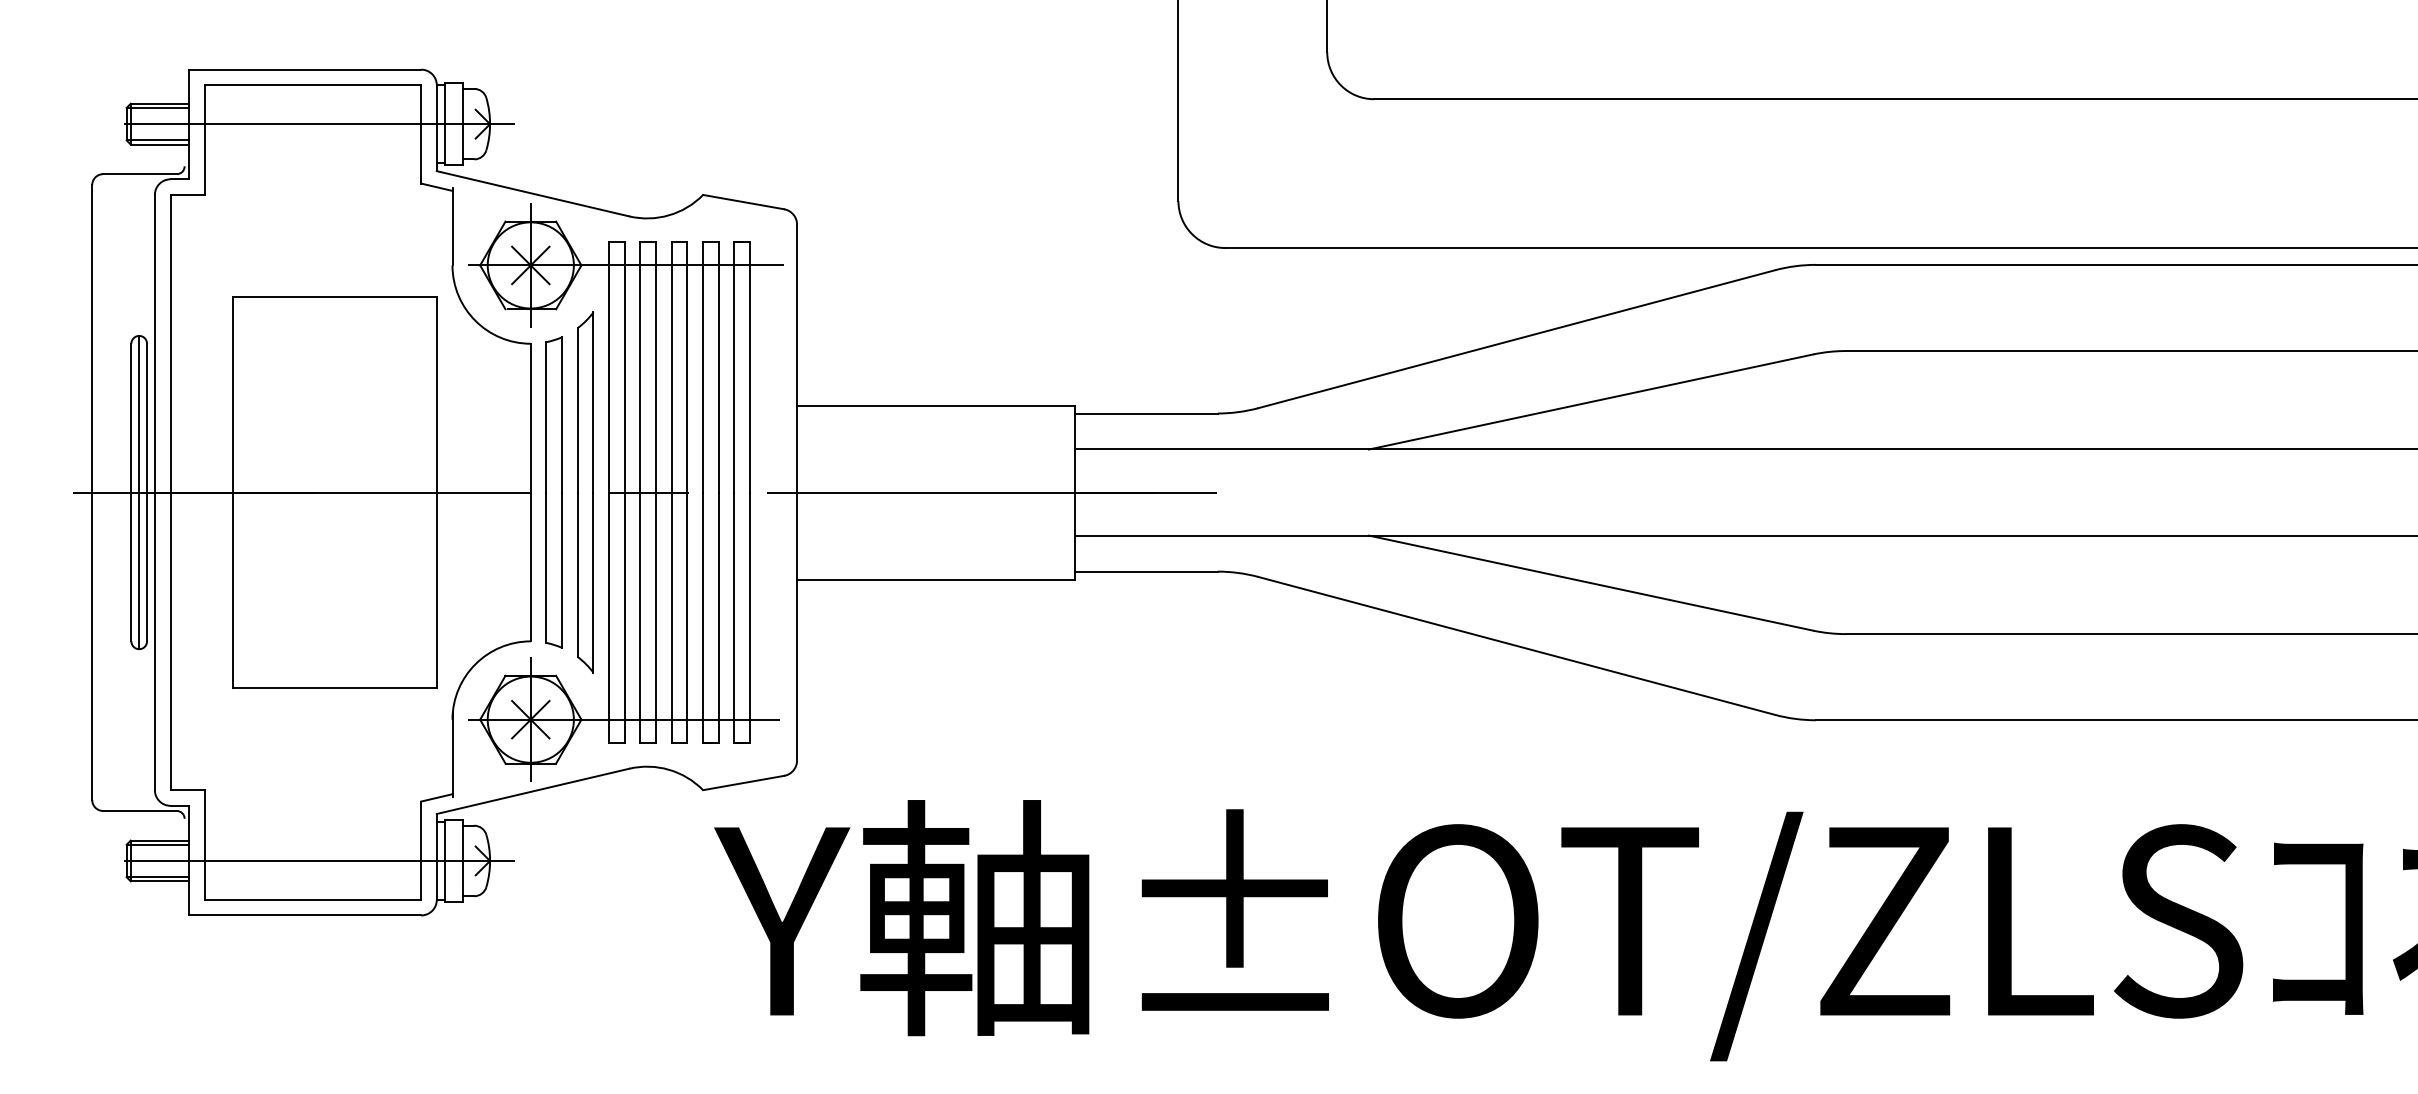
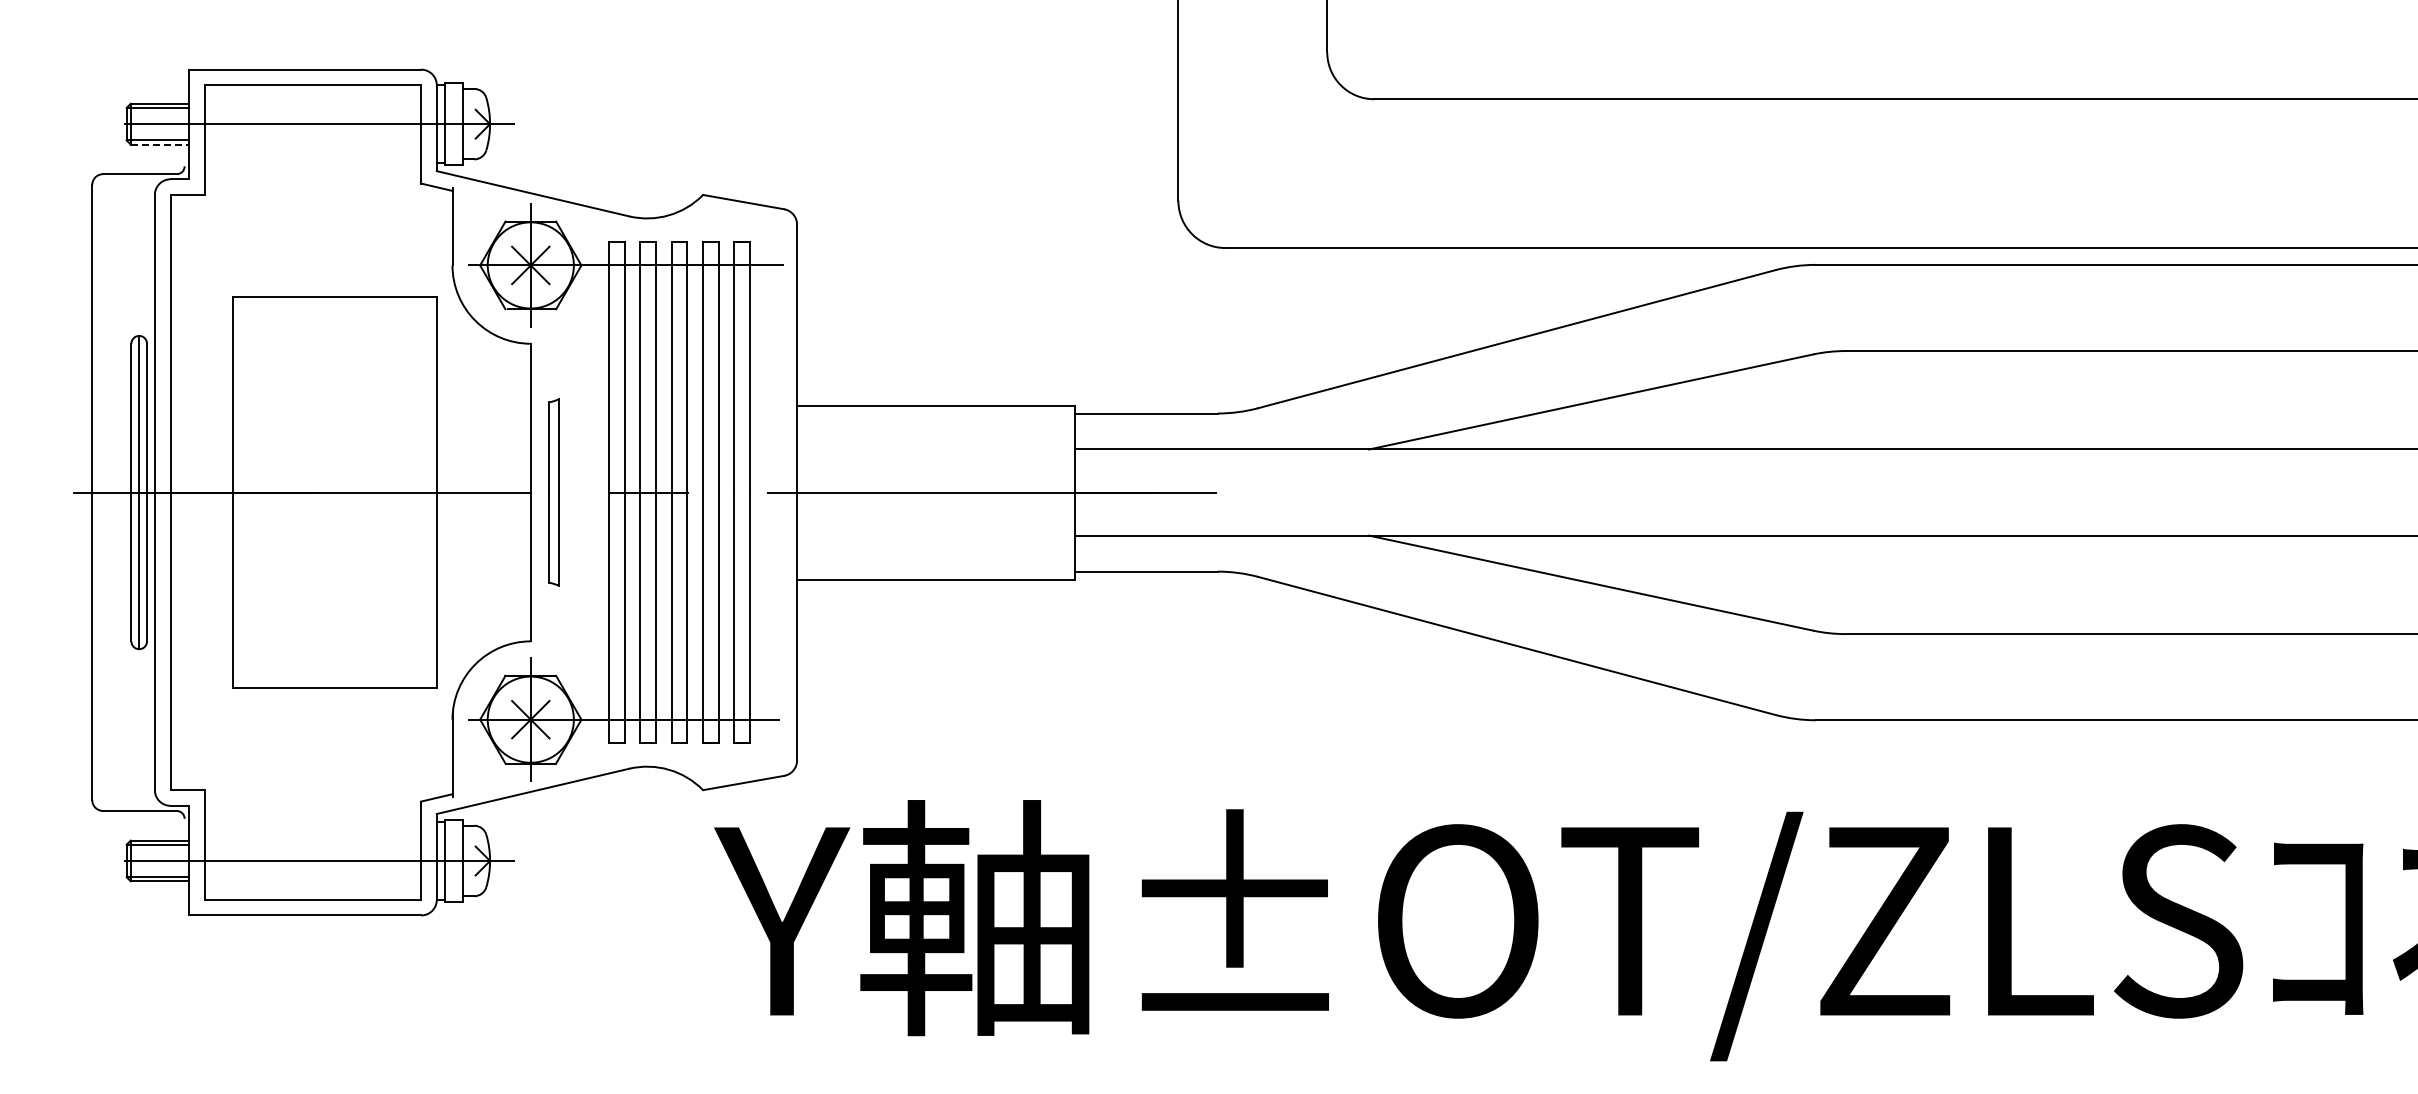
line at (160, 144): solid -> dashed
part at (553, 492) size: 18x313 px -> 12x189 px
part at (585, 492): present -> none
